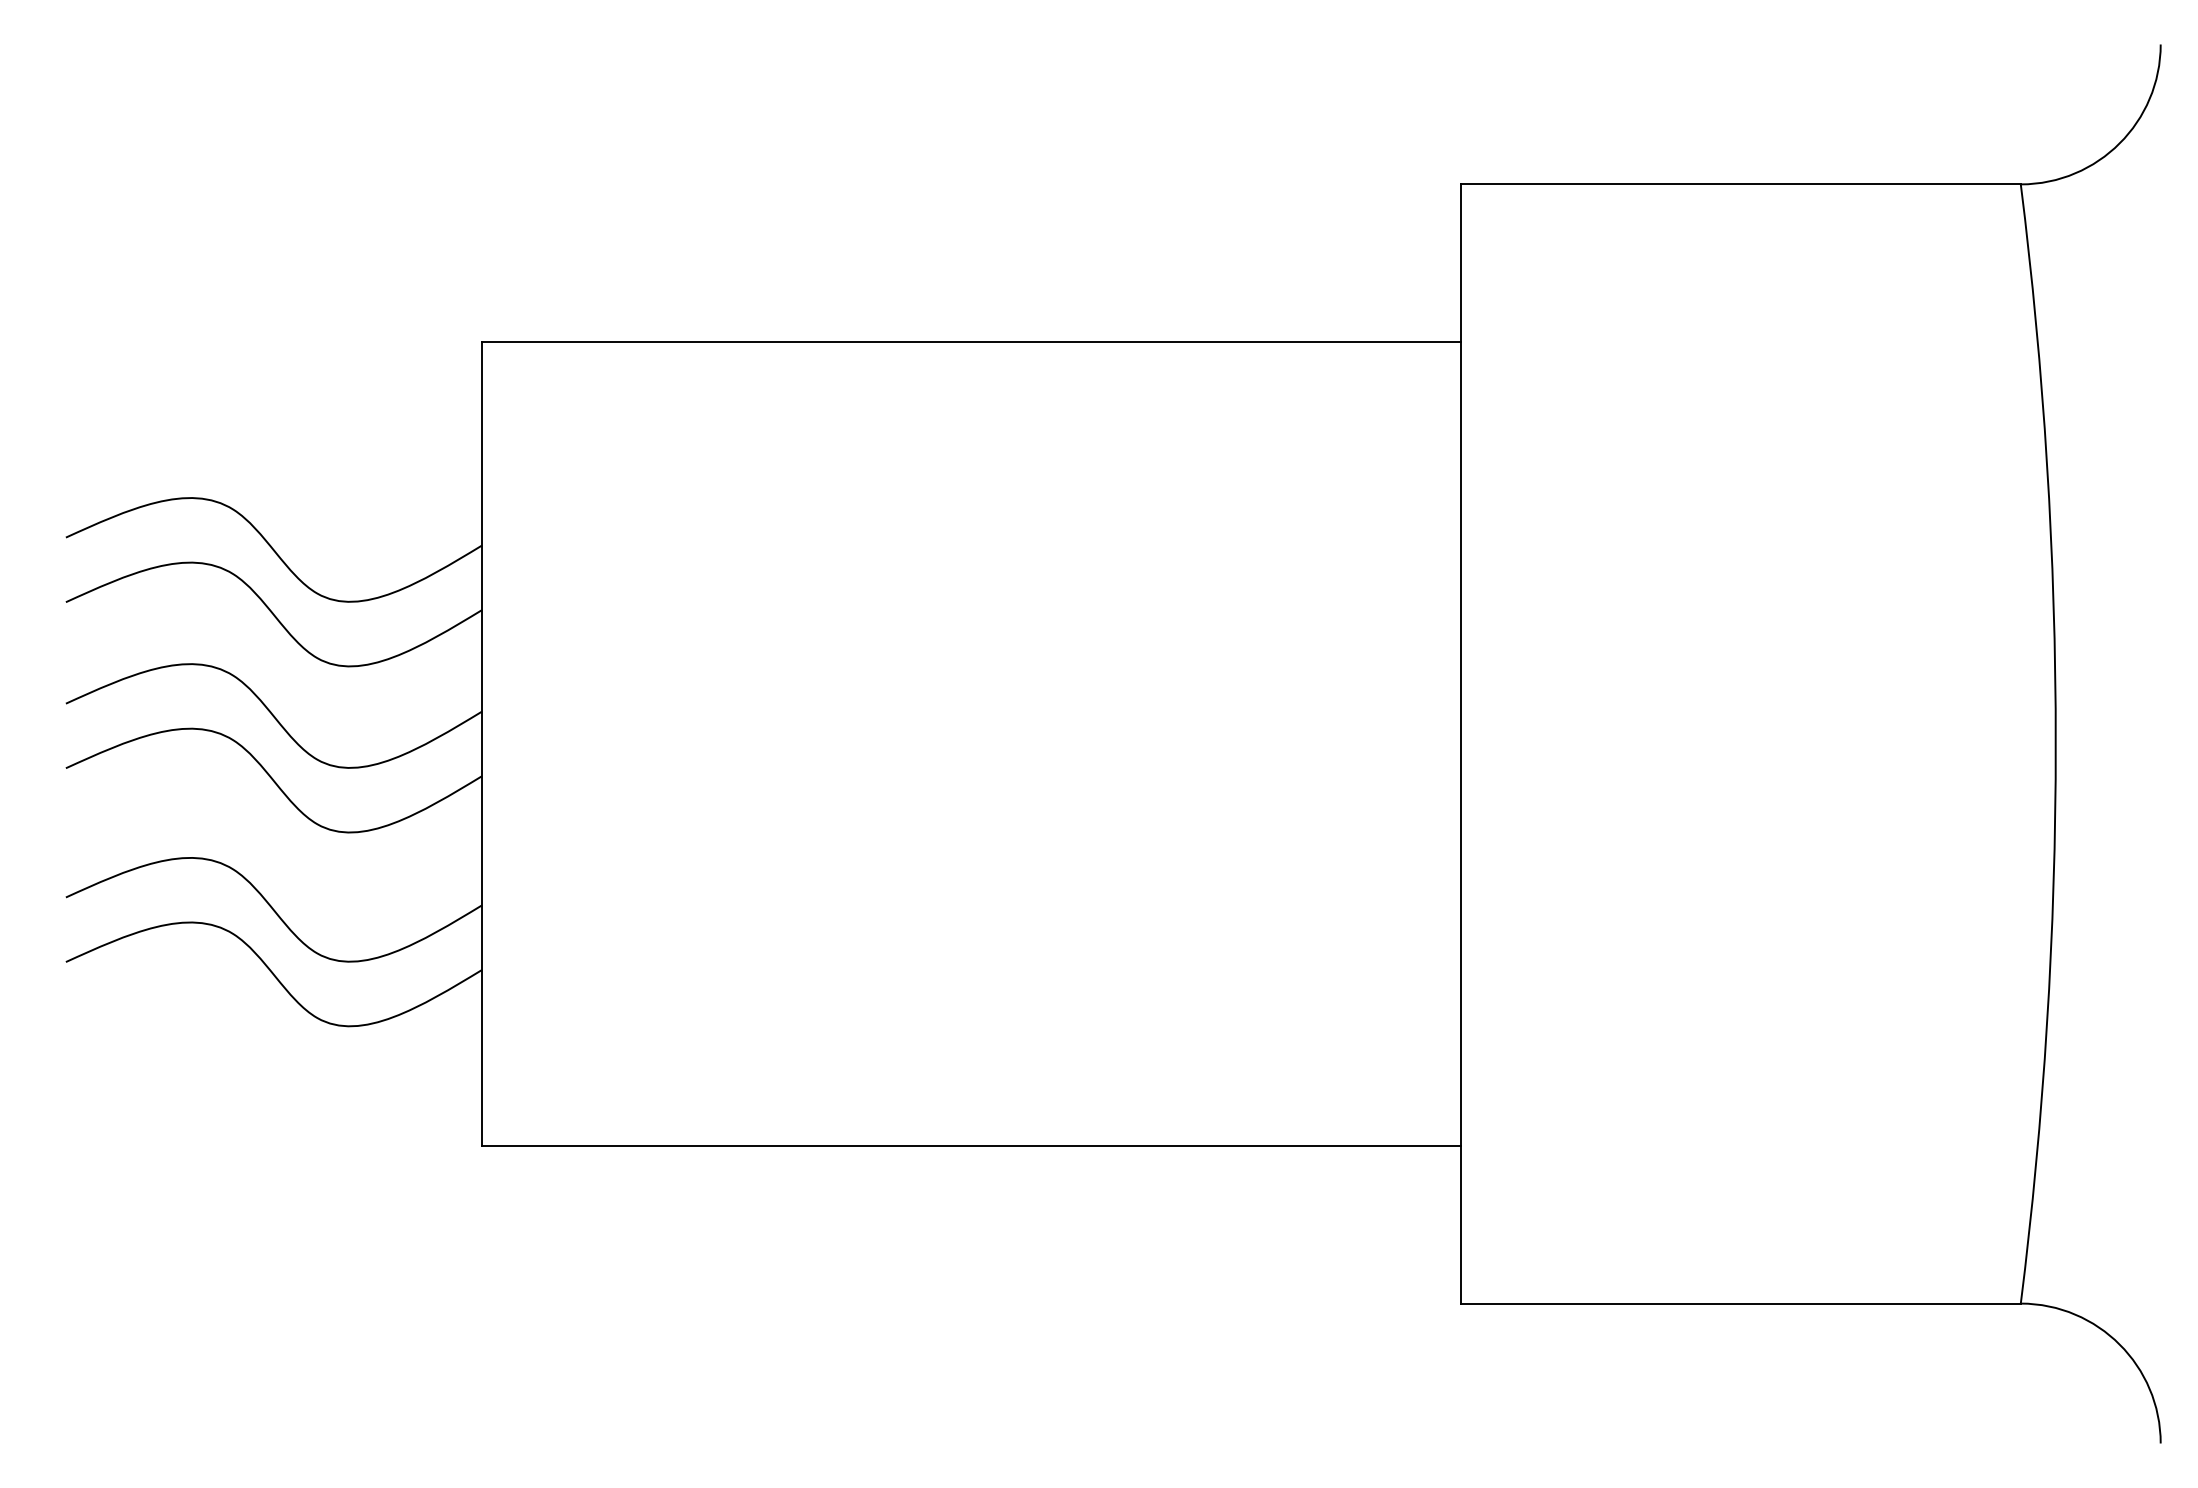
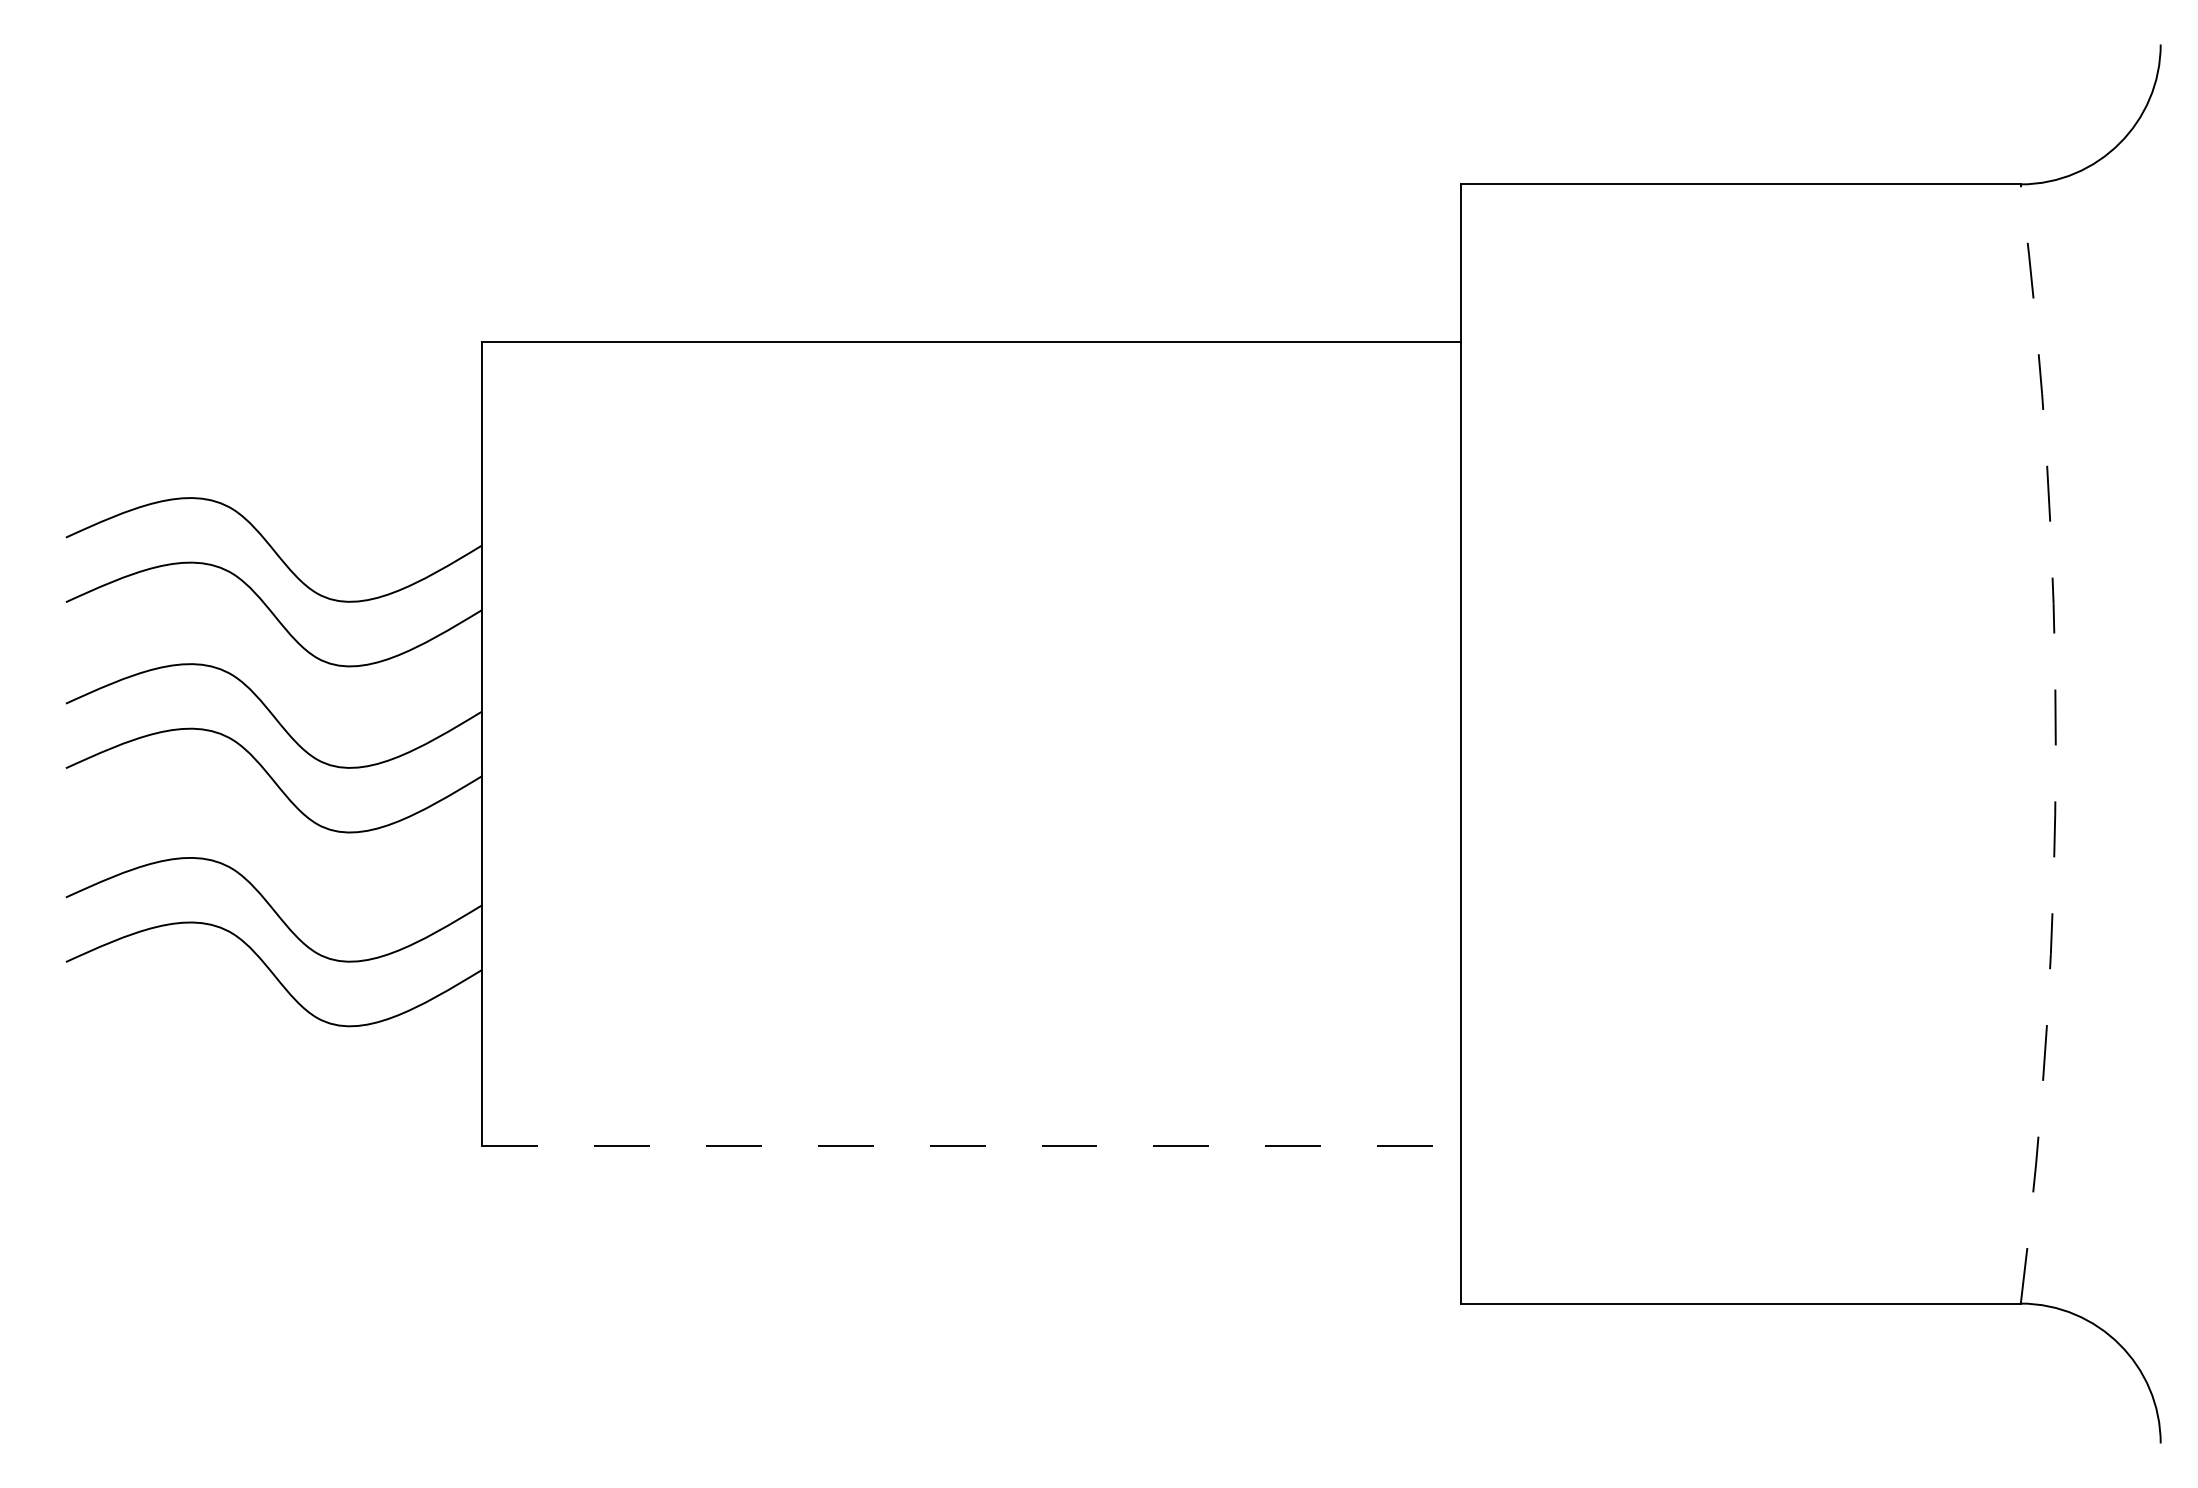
arc at (2055, 744): solid -> dashed
line at (971, 1146): solid -> dashed
